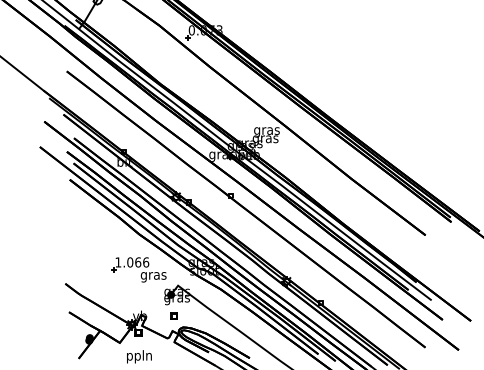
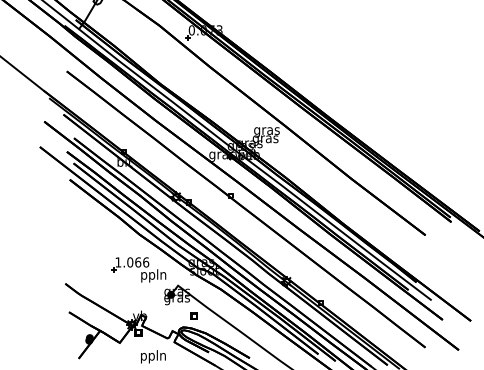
text at (153, 275): gras -> ppln
part at (173, 315) position: (173, 315) -> (193, 315)
text at (139, 356) position: (139, 356) -> (153, 356)
